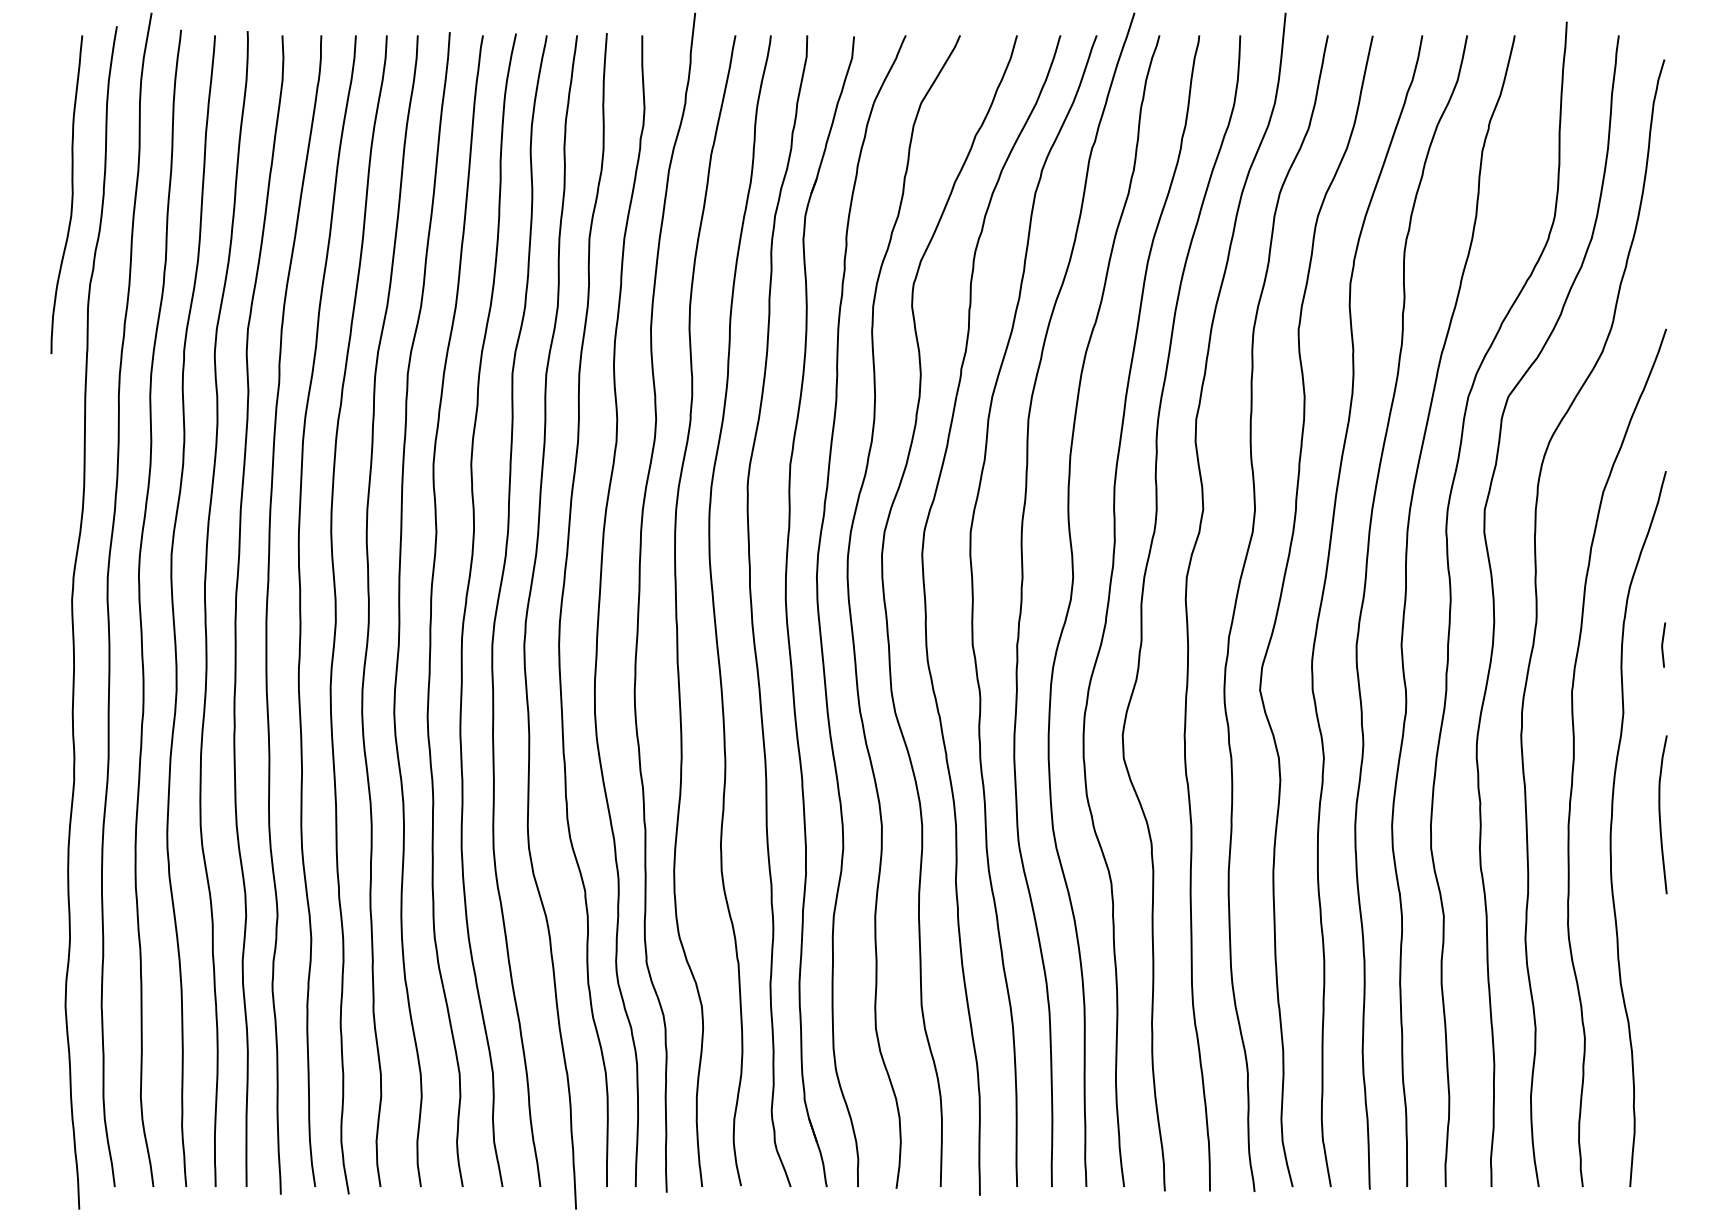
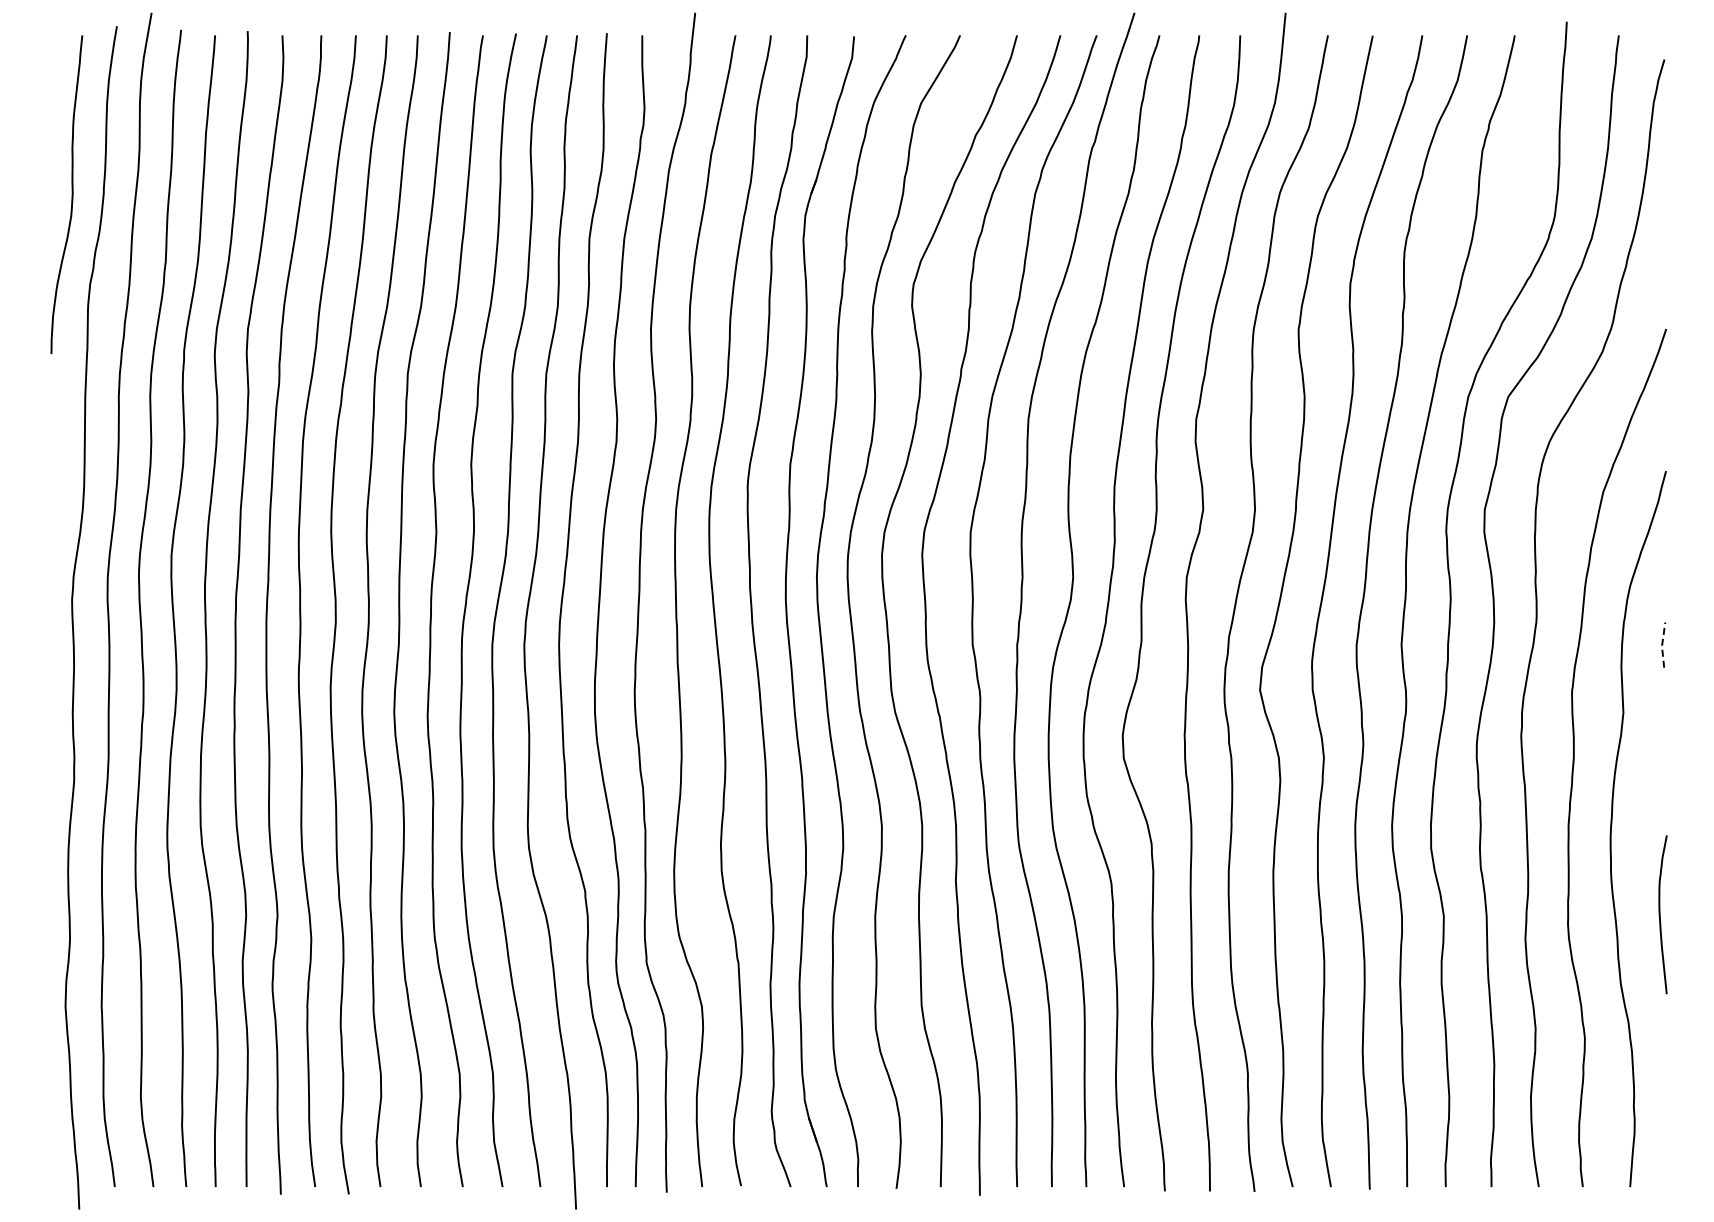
line at (1662, 645): solid -> dashed
curve at (1660, 814) position: (1660, 814) -> (1660, 914)
